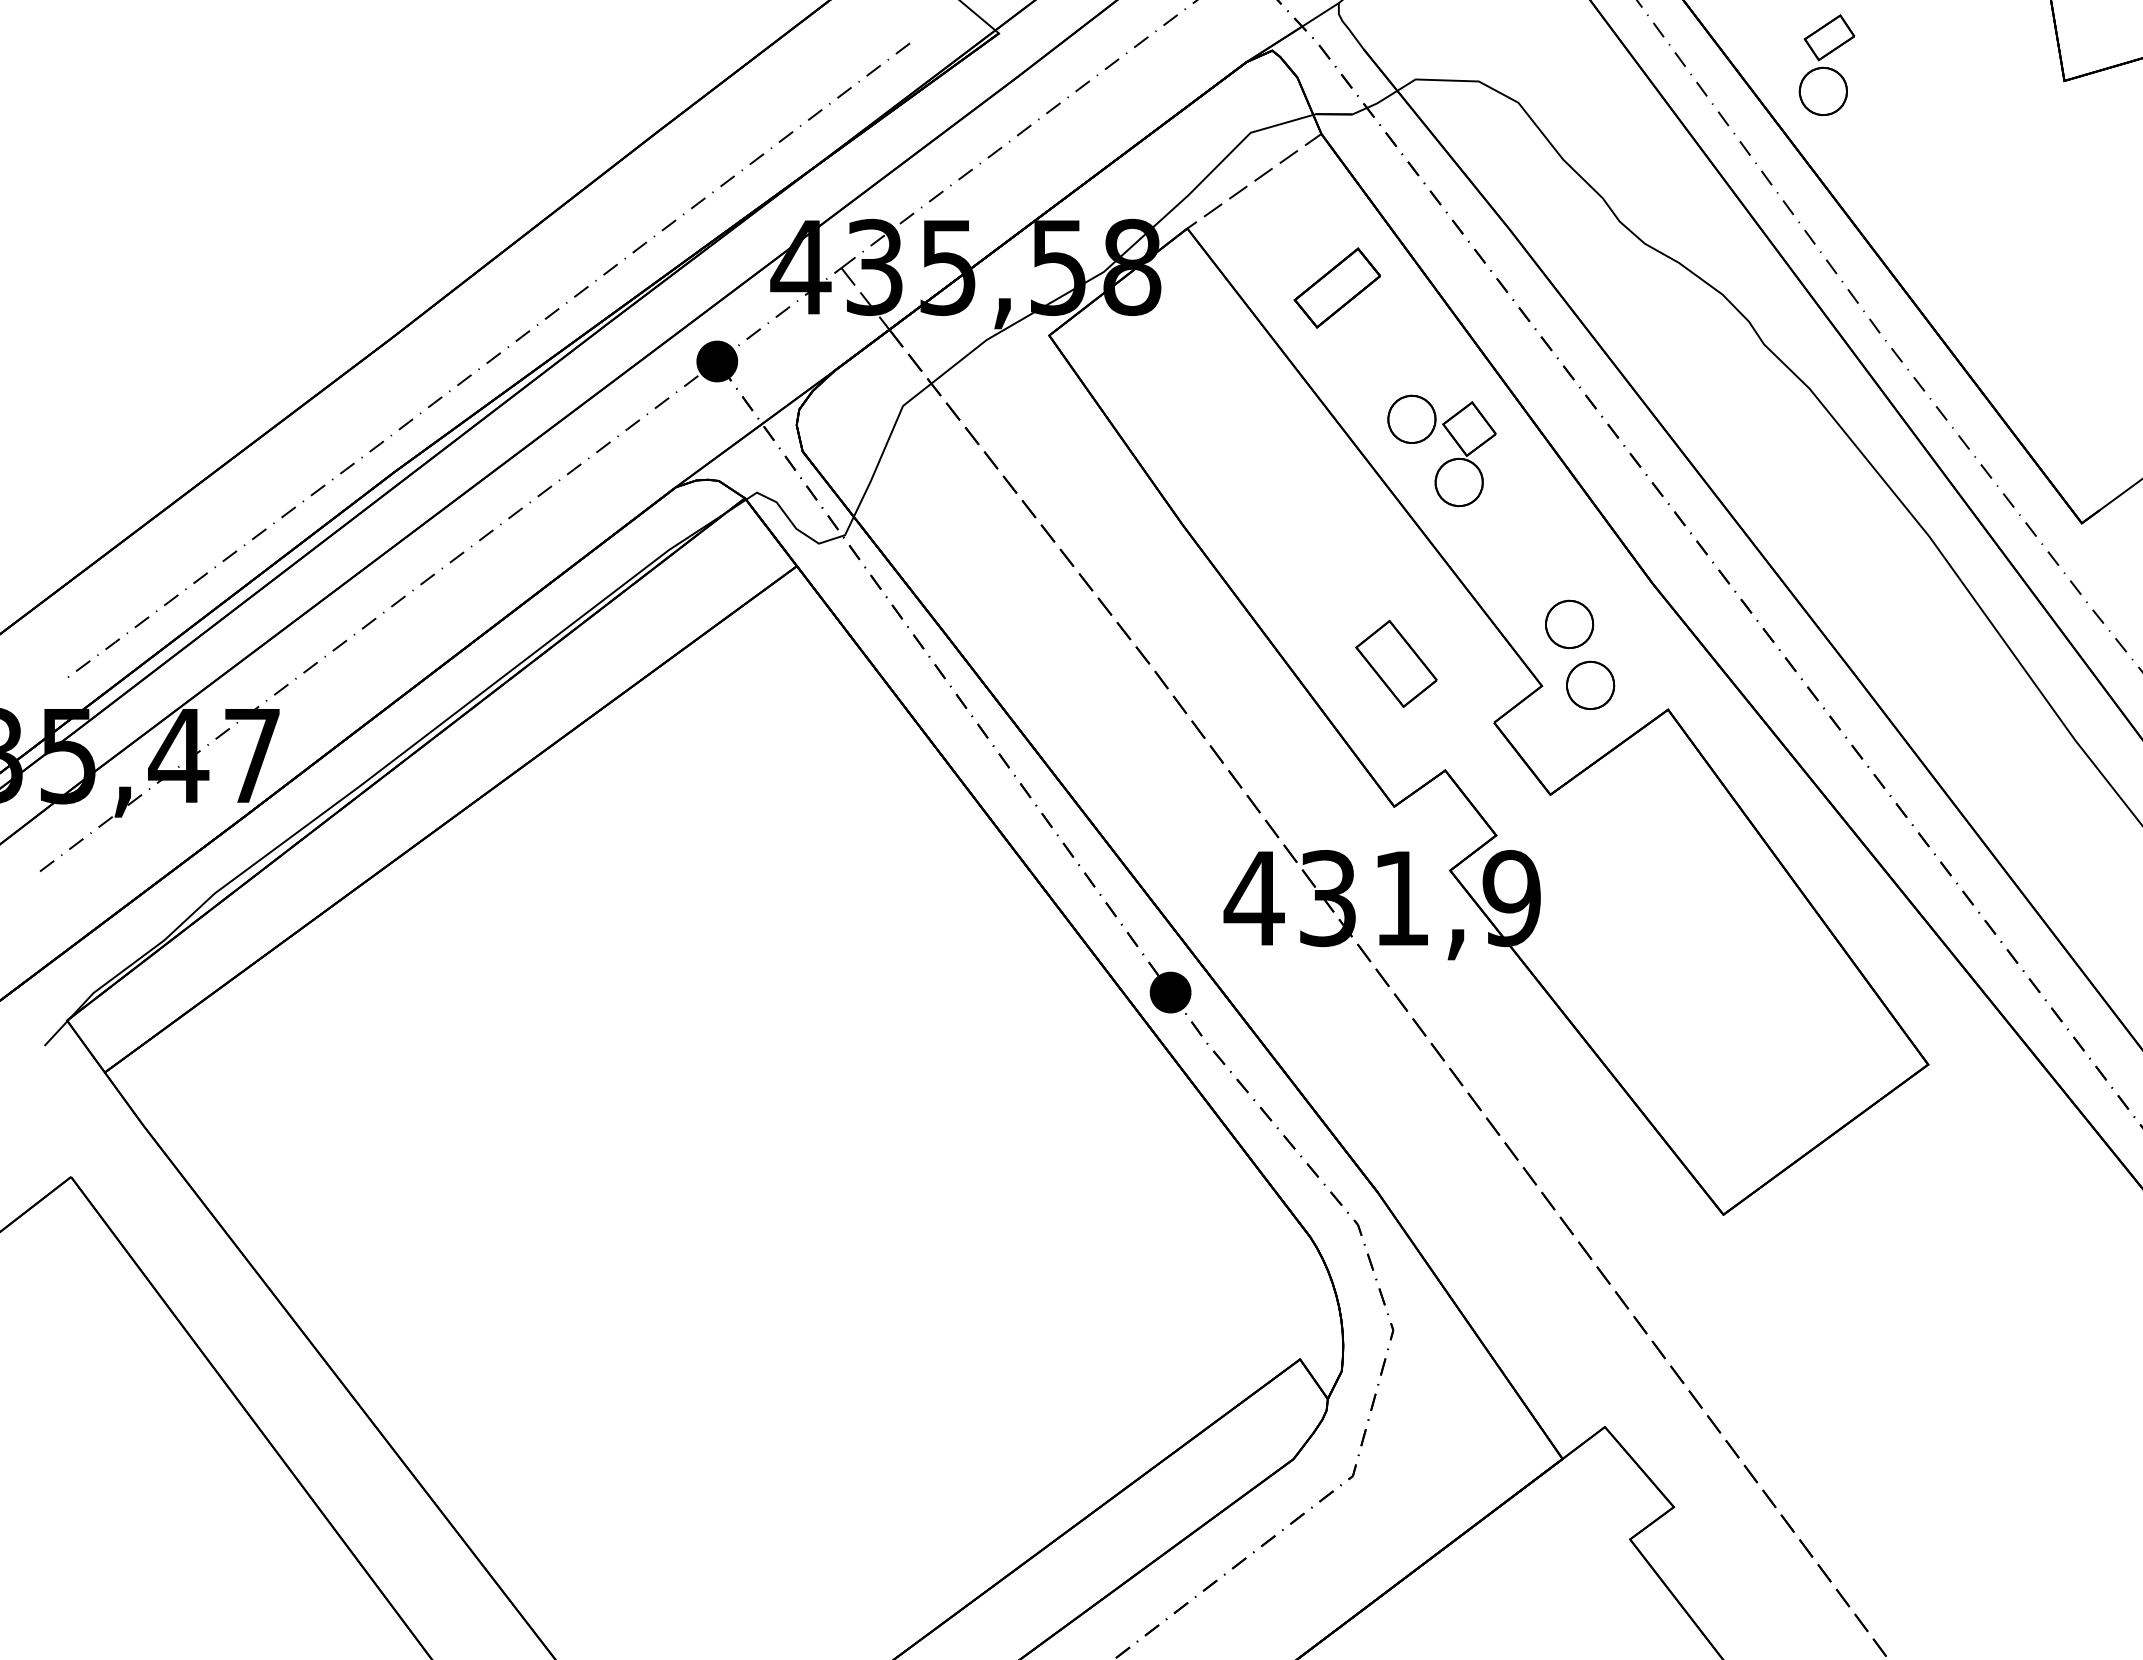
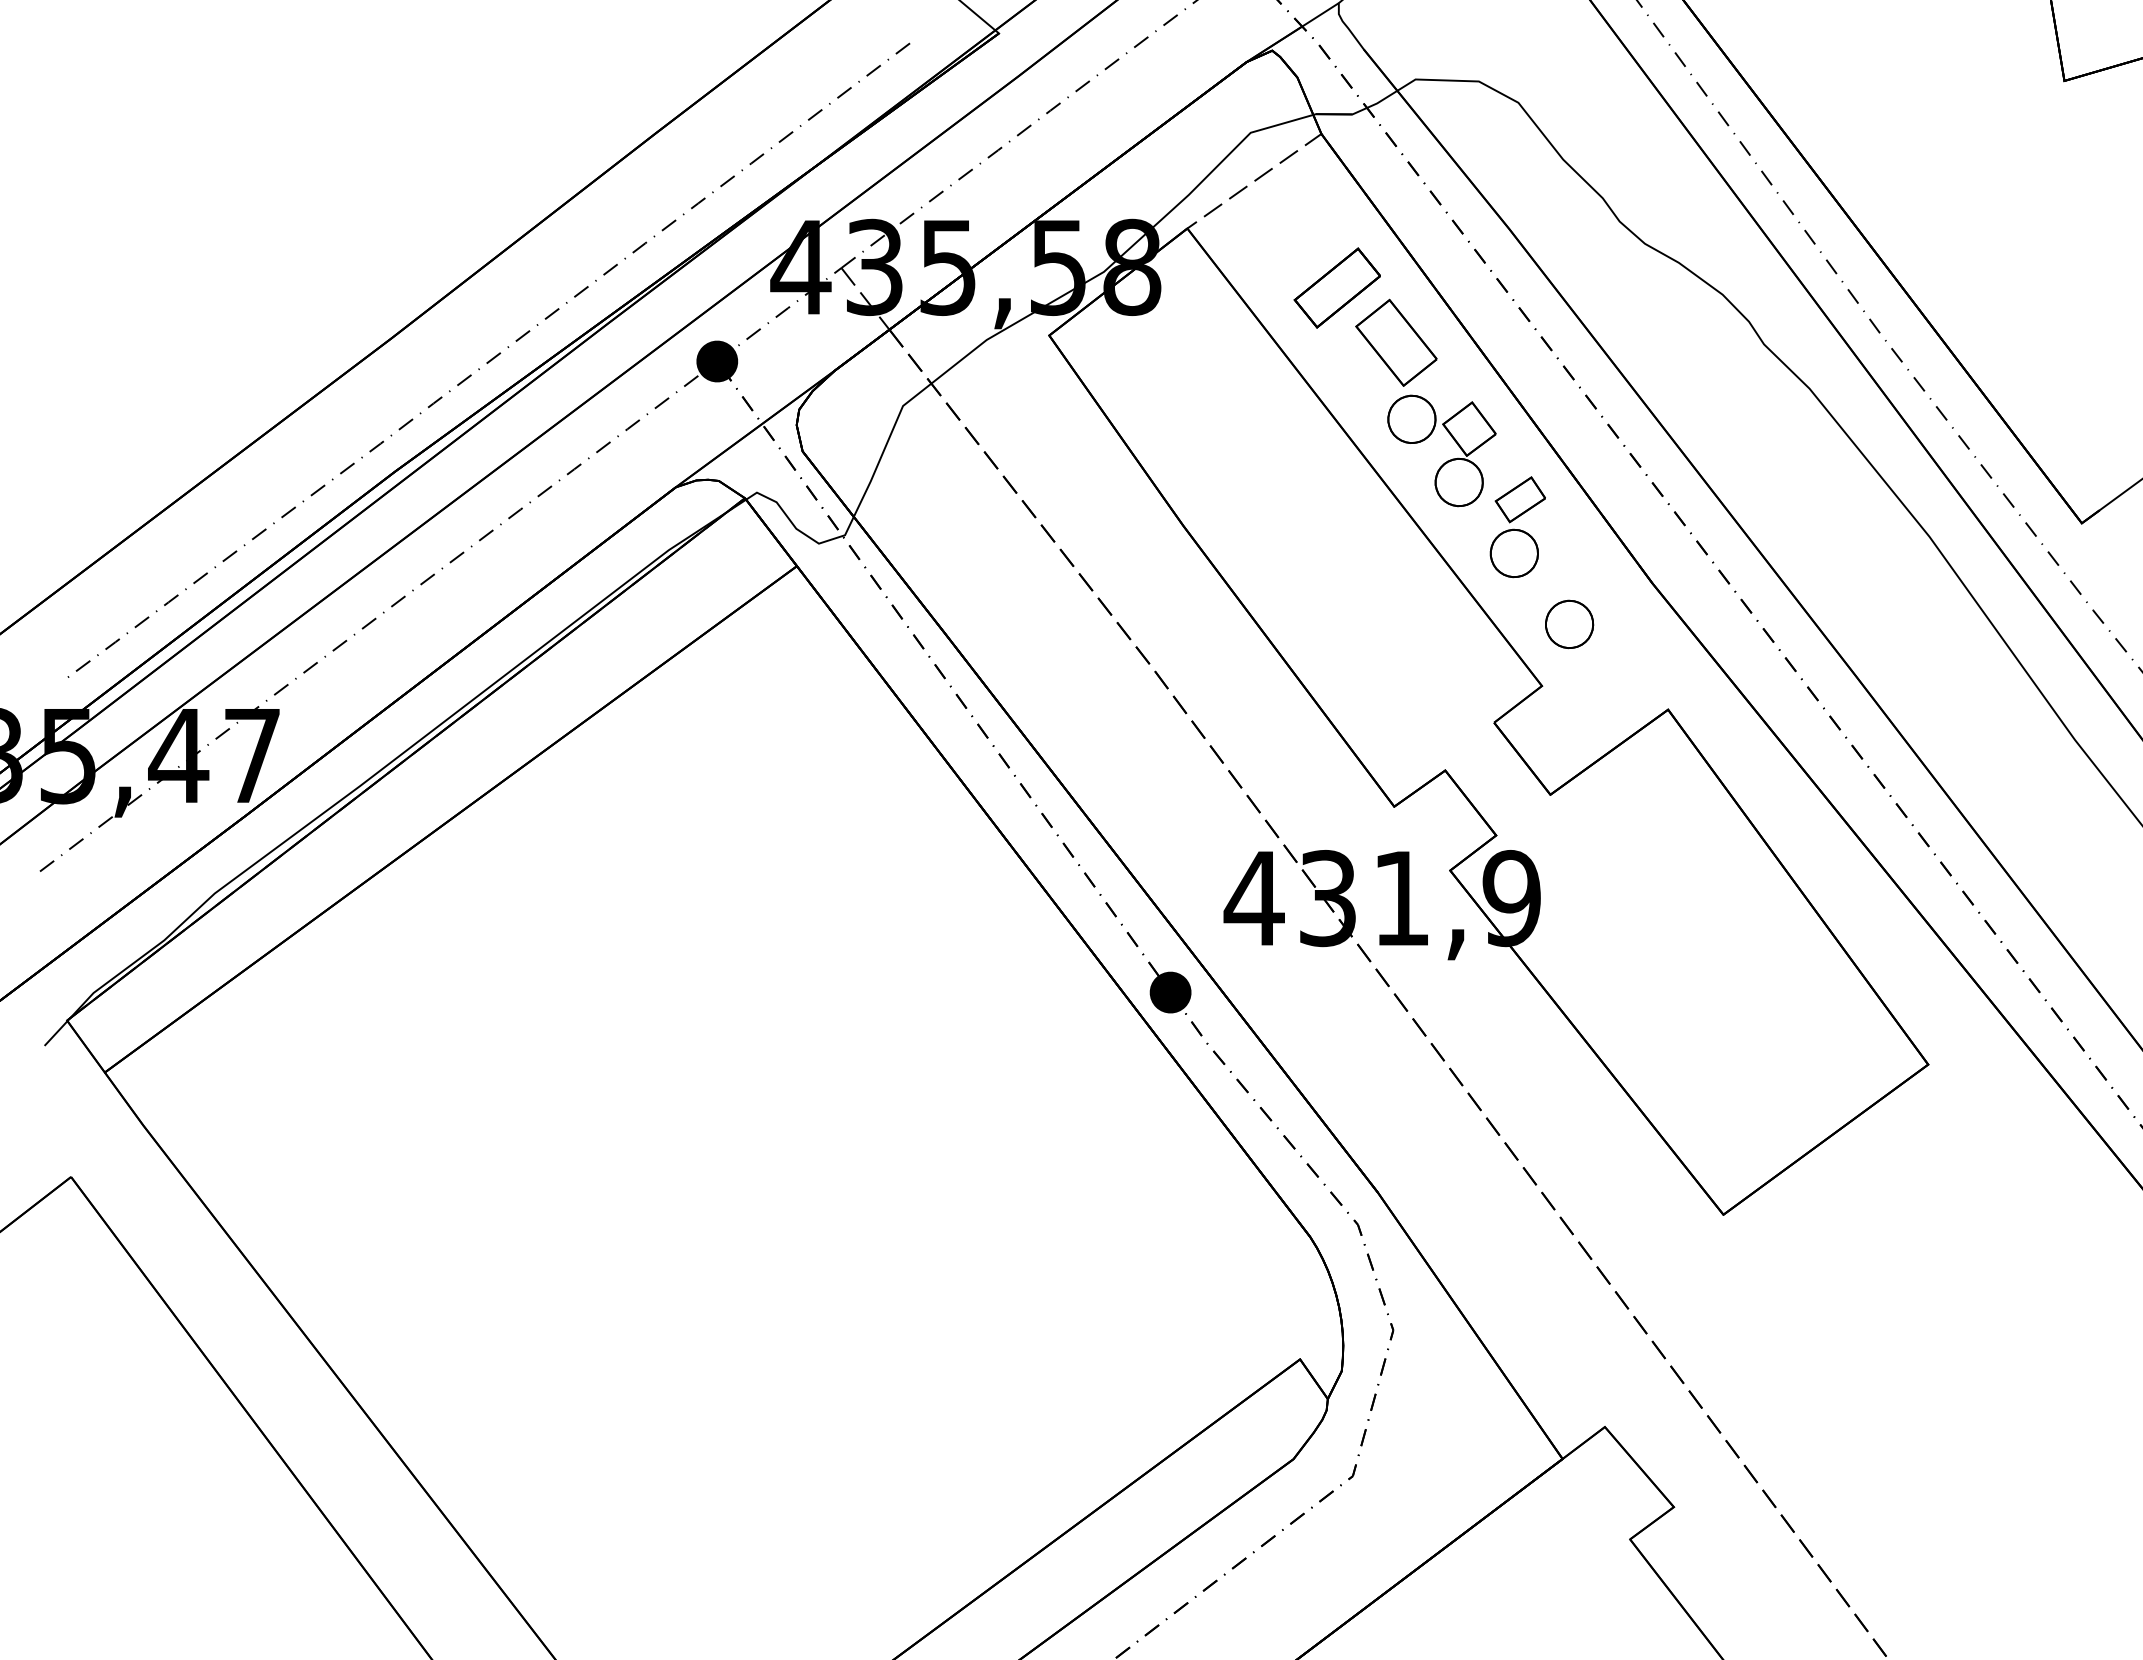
part at (1826, 65) position: (1826, 65) -> (1517, 527)
part at (1396, 663) position: (1396, 663) -> (1396, 342)
part at (1590, 685): present -> none
